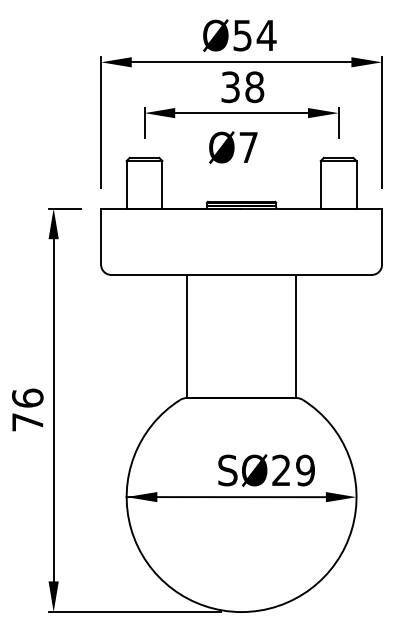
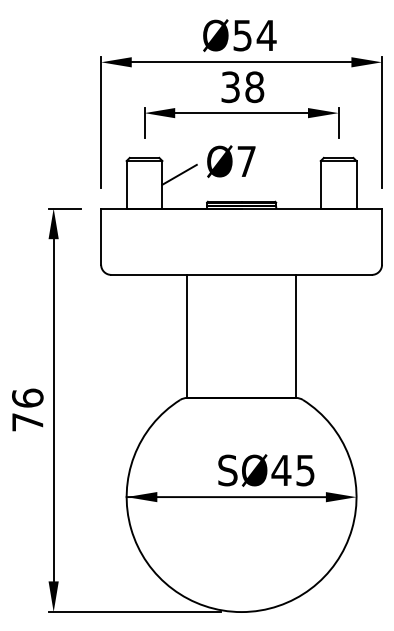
text at (233, 147) position: (233, 147) -> (231, 161)
line at (179, 174): none -> present
text at (292, 470): SØ29 -> SØ45
